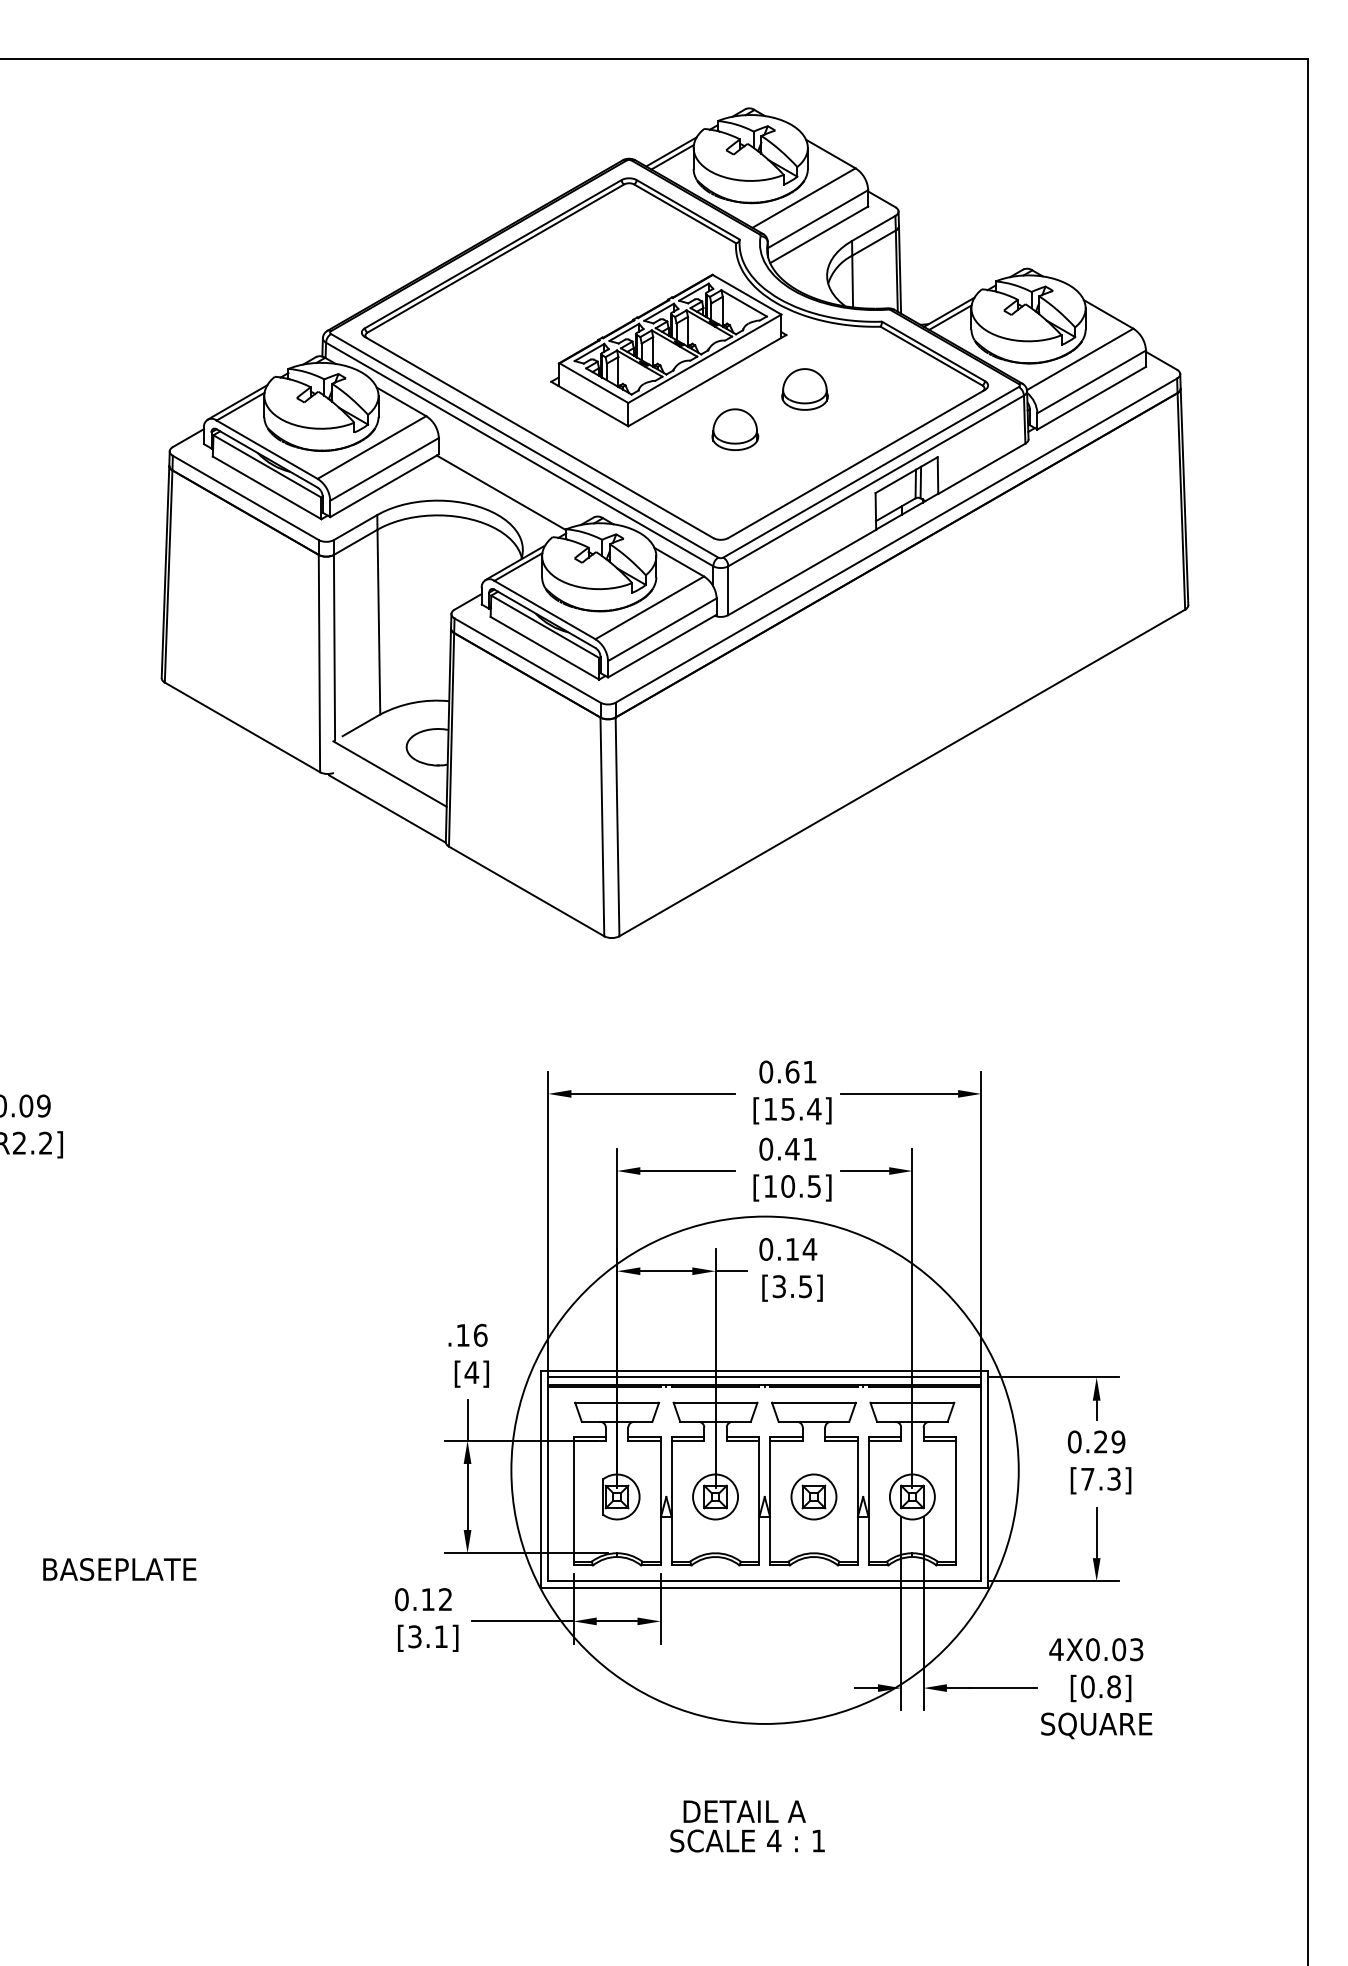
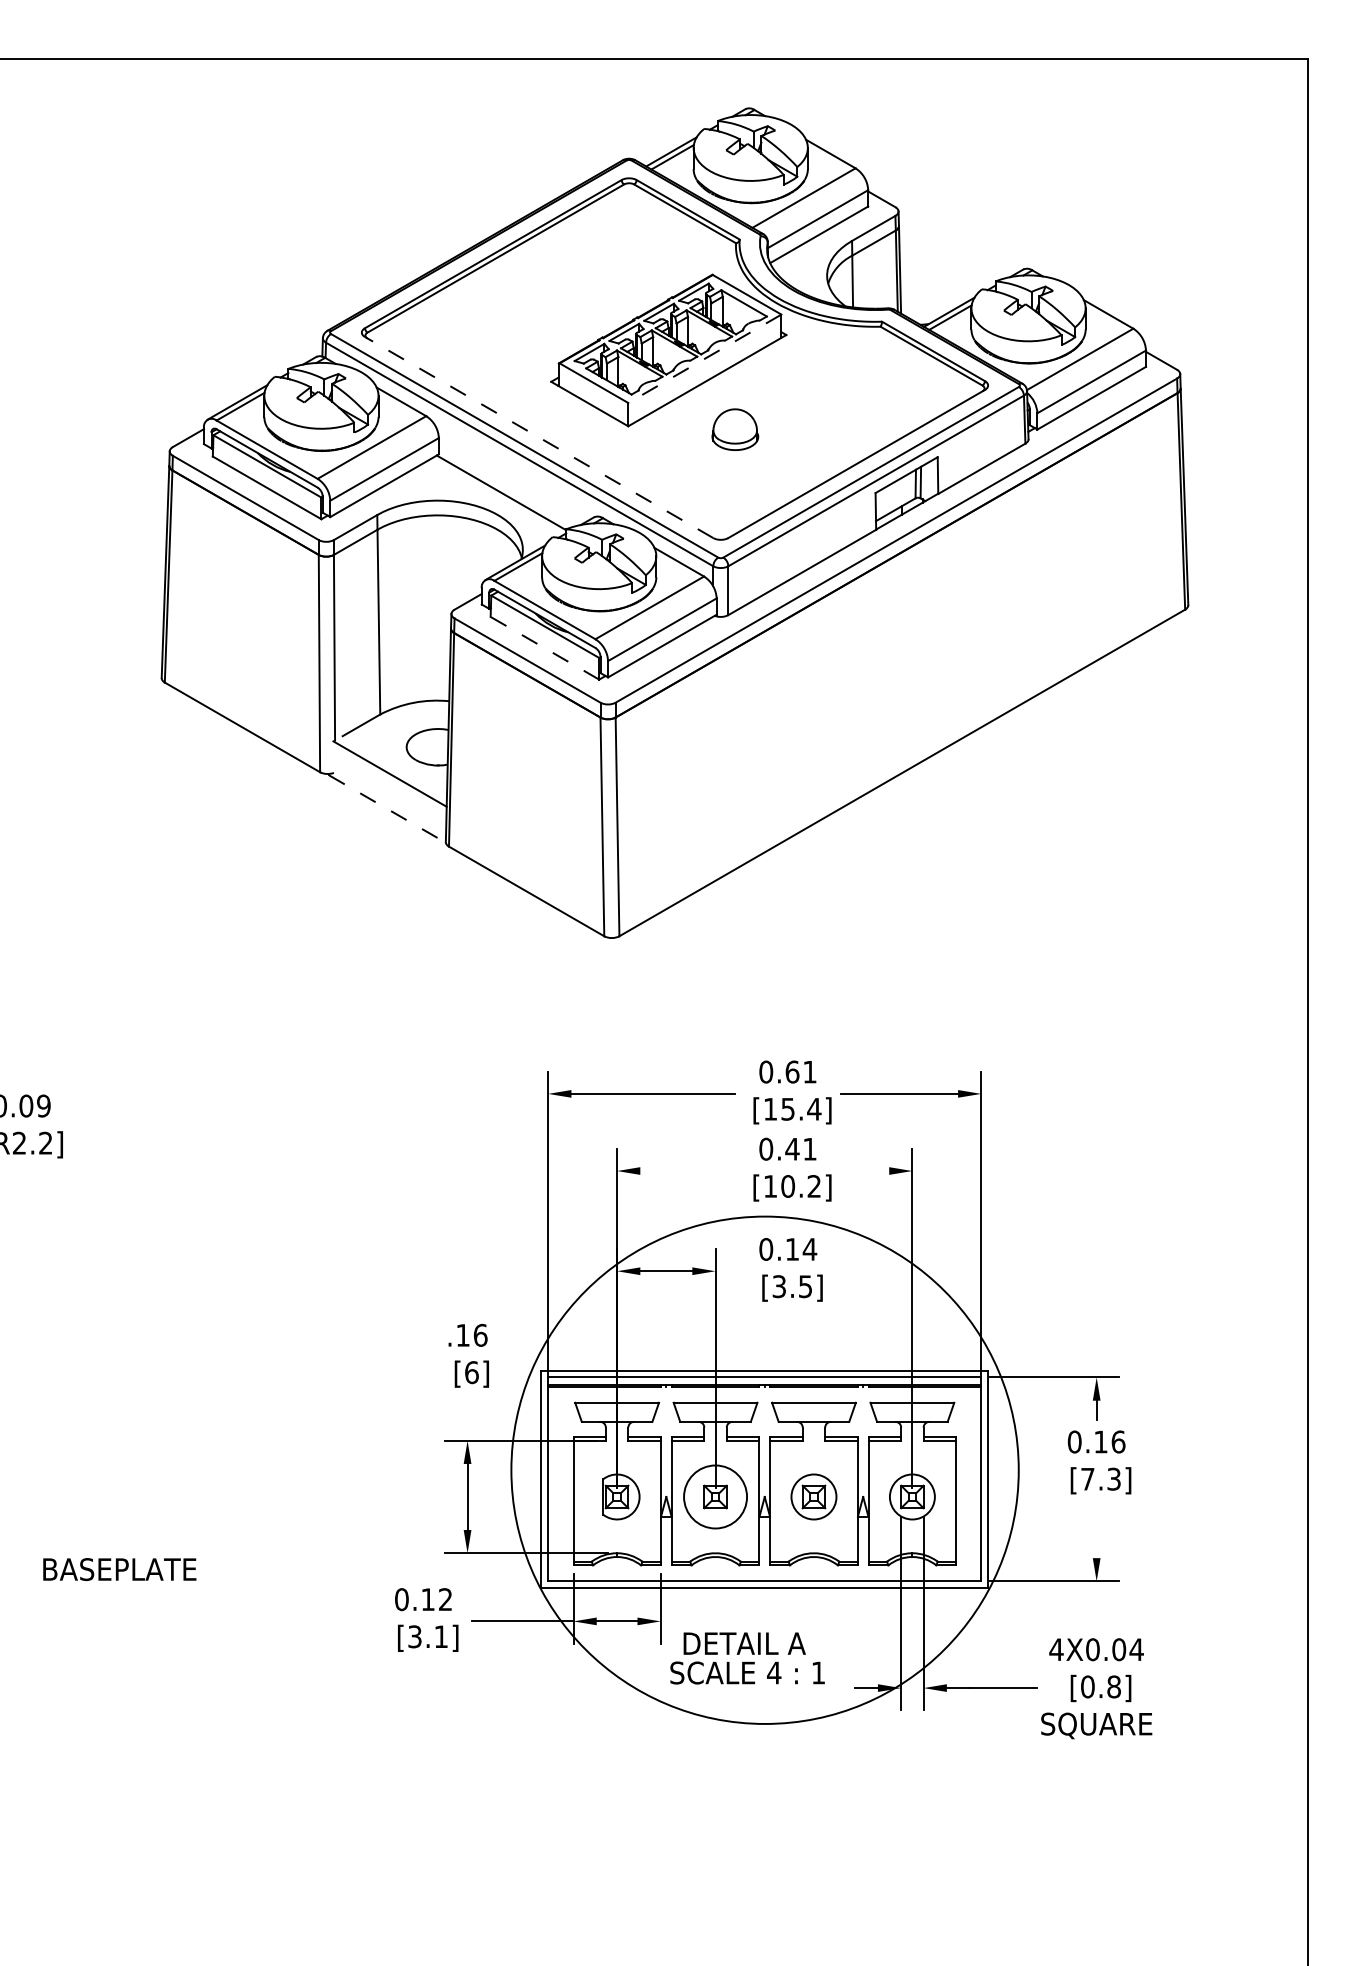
line at (704, 359): solid -> dashed
part at (804, 389): present -> none
line at (538, 437): solid -> dashed
line at (544, 648): solid -> dashed
line at (388, 809): solid -> dashed
line at (687, 1171): present -> none
line at (865, 1171): present -> none
text at (813, 1186): [10.5] -> [10.2]
line at (731, 1271): present -> none
text at (471, 1372): [4] -> [6]
line at (467, 1420): present -> none
text at (1109, 1441): 0.29 -> 0.16
circle at (715, 1496) diameter: 45 px -> 63 px
line at (1096, 1532): present -> none
text at (1136, 1649): 4X0.03 -> 4X0.04
text at (747, 1826) position: (747, 1826) -> (747, 1658)
